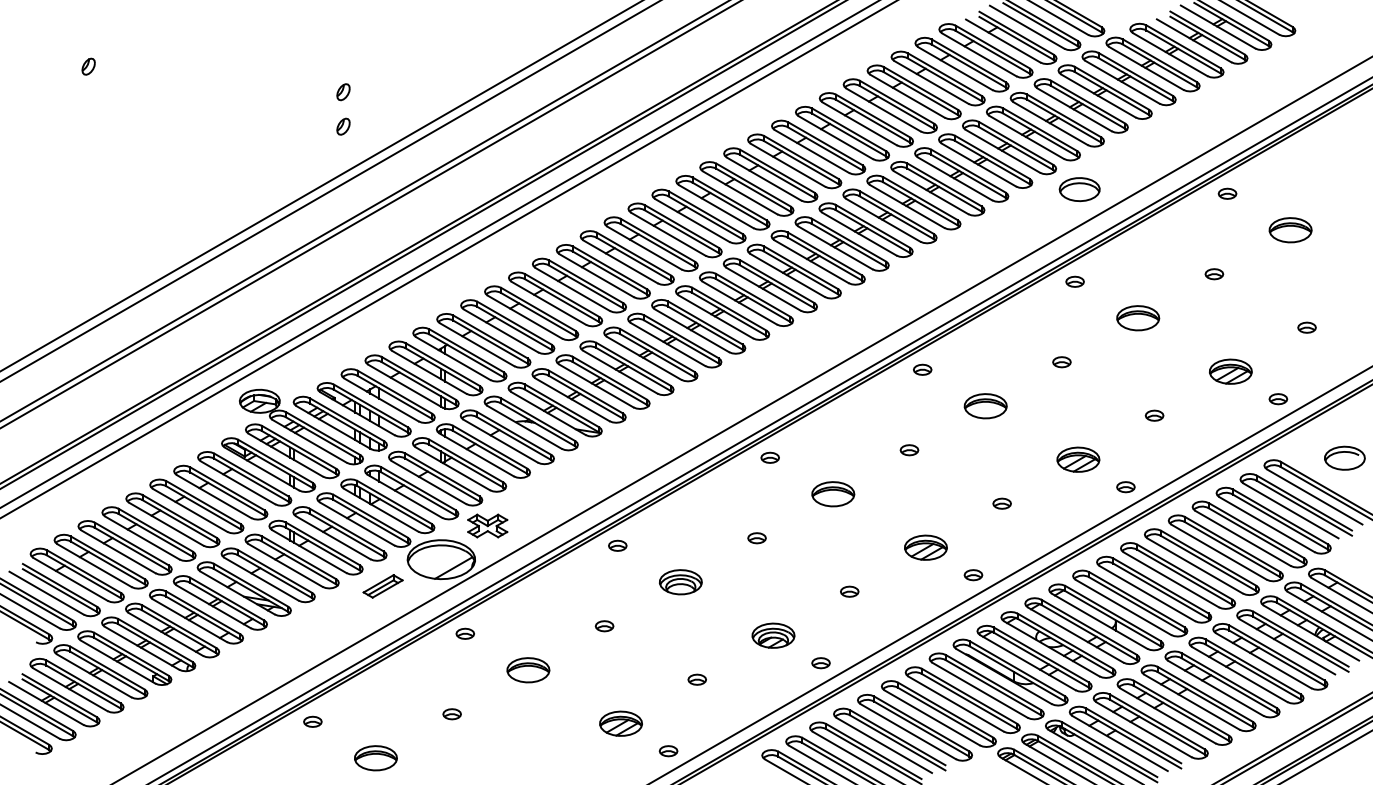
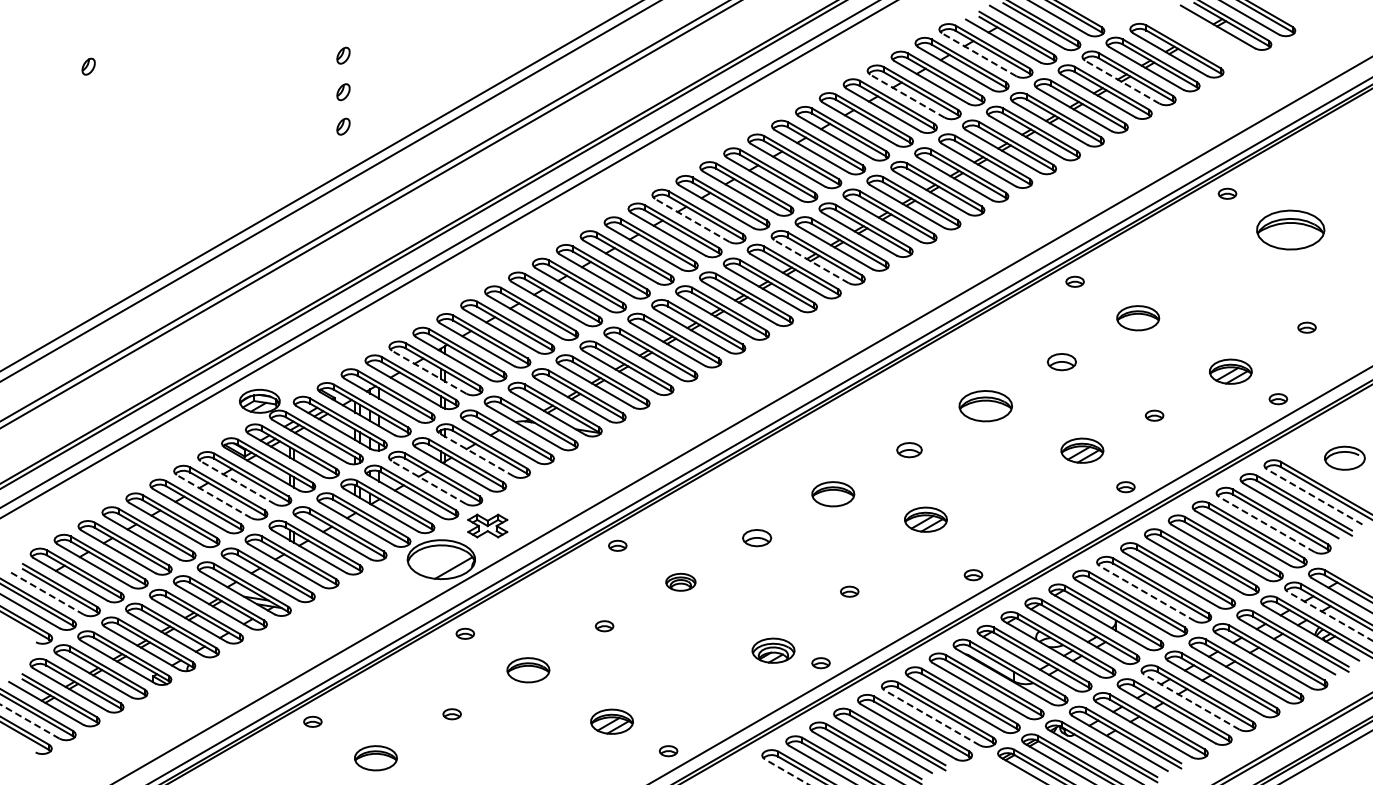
part at (1201, 37): present -> none
line at (979, 54): solid -> dashed
part at (343, 55): none -> present
line at (1122, 82): solid -> dashed
line at (907, 96): solid -> dashed
part at (1079, 189): present -> none
line at (692, 220): solid -> dashed
part at (1290, 230) size: 45x27 px -> 70x42 px
line at (811, 261): solid -> dashed
part at (1214, 274): present -> none
part at (1061, 362) size: 20x13 px -> 31x19 px
part at (922, 369): present -> none
line at (429, 372): solid -> dashed
part at (985, 406) size: 45x27 px -> 56x33 px
part at (909, 450) size: 21x13 px -> 27x17 px
line at (476, 454): solid -> dashed
part at (769, 457): present -> none
part at (1078, 459) position: (1078, 459) -> (1082, 450)
line at (237, 482): solid -> dashed
line at (428, 482): solid -> dashed
line at (214, 496): solid -> dashed
line at (1314, 496): solid -> dashed
part at (1001, 503): present -> none
line at (1266, 524): solid -> dashed
part at (756, 538) size: 20x13 px -> 31x19 px
part at (925, 547) position: (925, 547) -> (925, 519)
part at (680, 582) size: 44x27 px -> 32x20 px
part at (382, 586): present -> none
line at (46, 593): solid -> dashed
line at (1146, 593): solid -> dashed
line at (1329, 616): solid -> dashed
part at (773, 635) position: (773, 635) -> (773, 650)
part at (696, 679): present -> none
line at (1191, 701): solid -> dashed
line at (931, 717): solid -> dashed
line at (30, 721): solid -> dashed
part at (620, 723) position: (620, 723) -> (611, 721)
line at (786, 771): solid -> dashed
